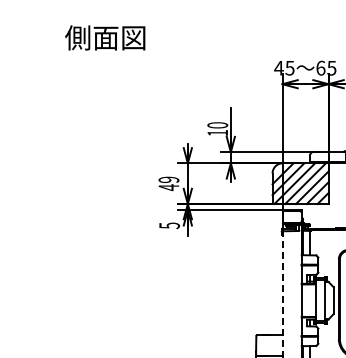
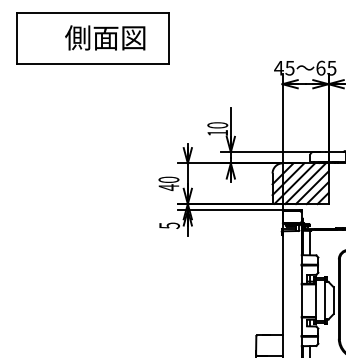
part at (92, 38): none -> present
text at (168, 179): 49 -> 40
line at (282, 294): dashed -> solid
